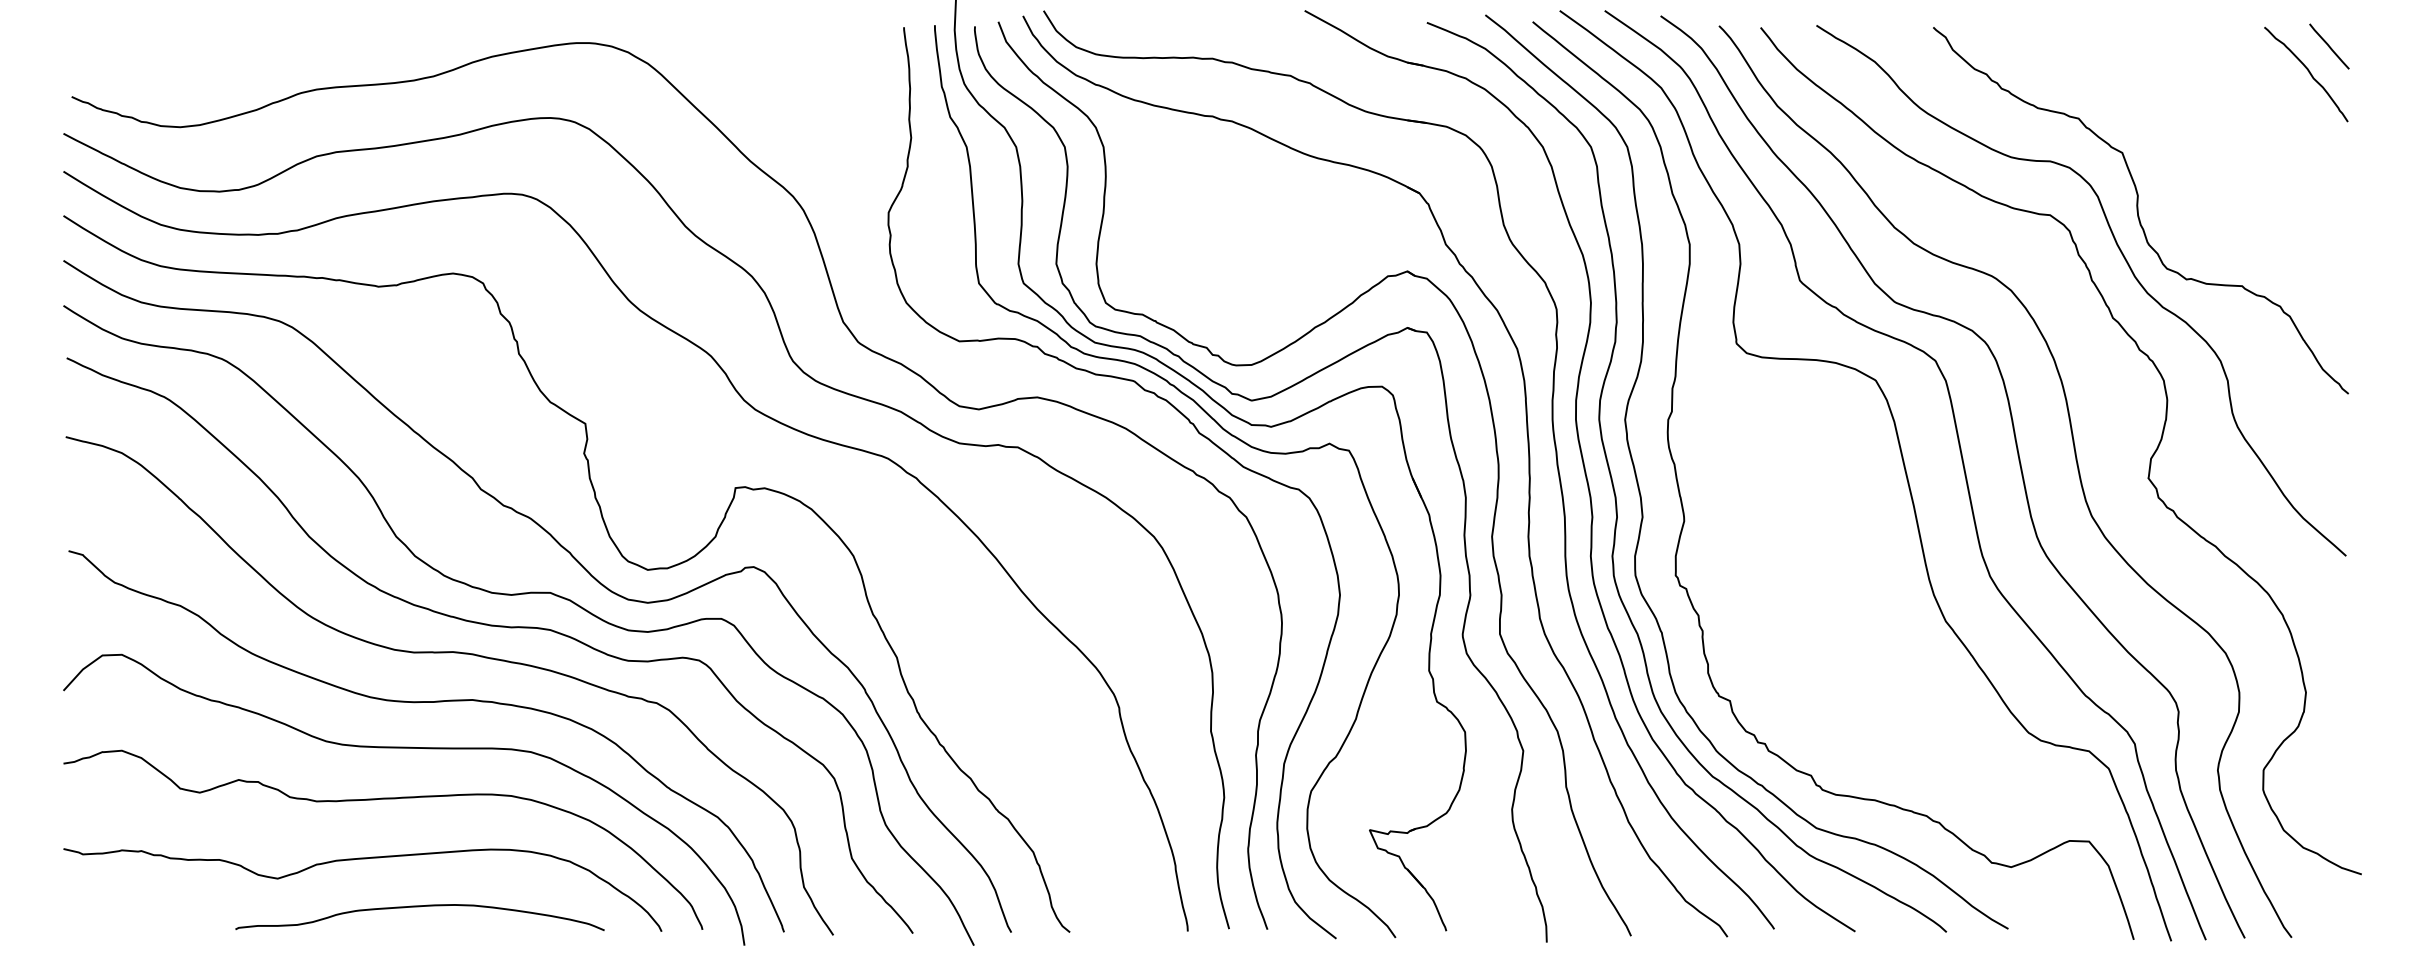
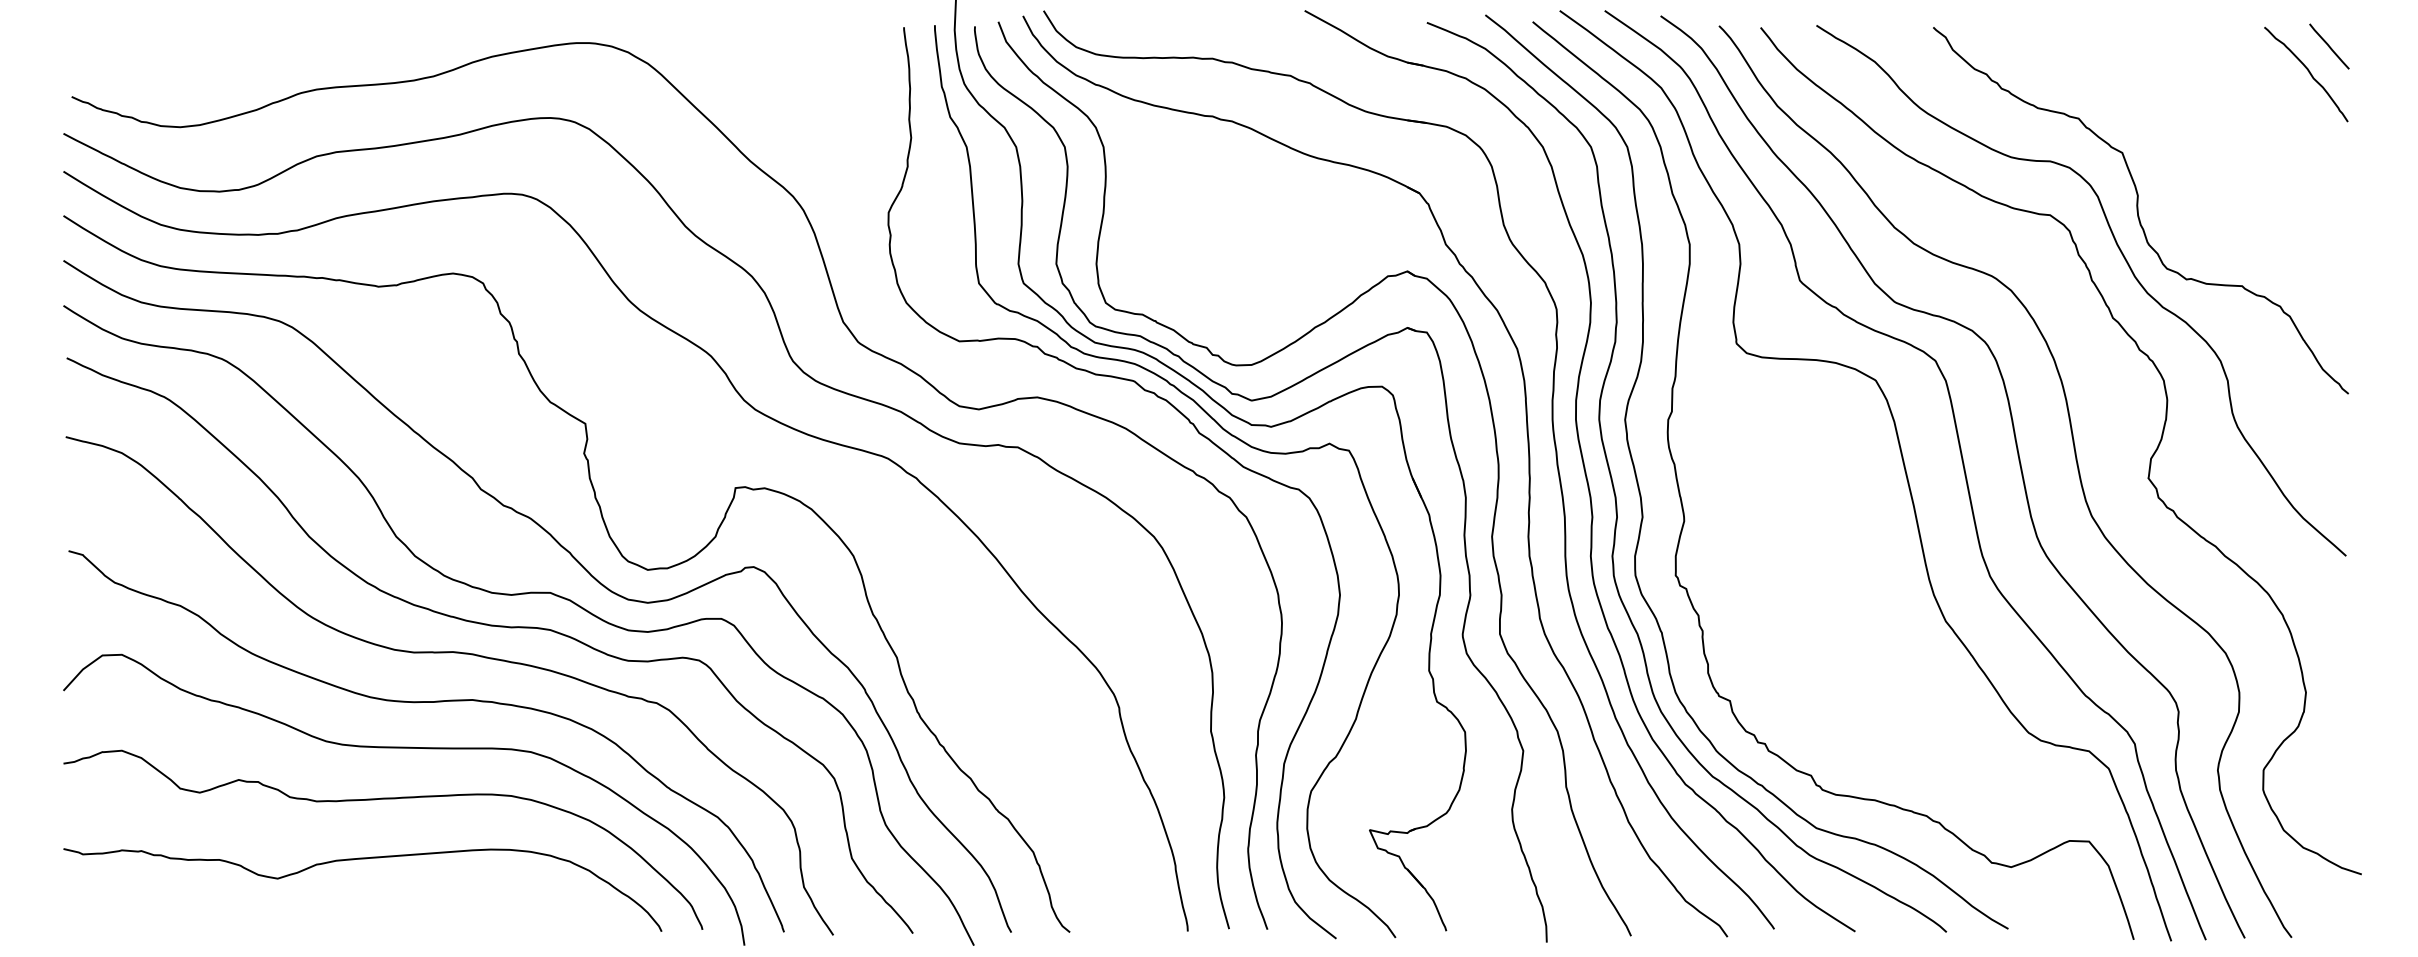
curve at (419, 907): present -> none
